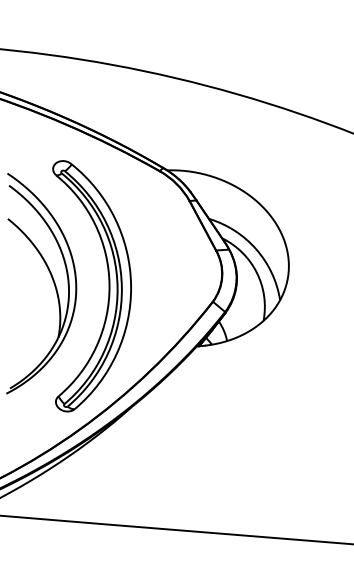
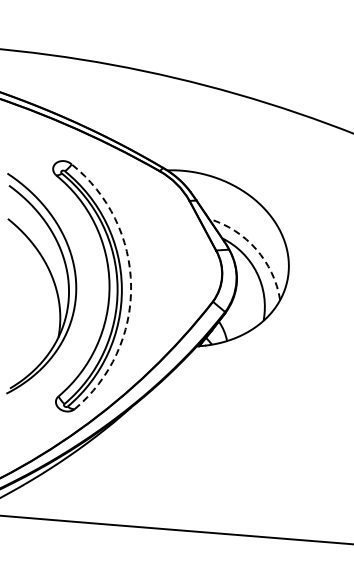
arc at (256, 249): solid -> dashed
arc at (131, 286): solid -> dashed
